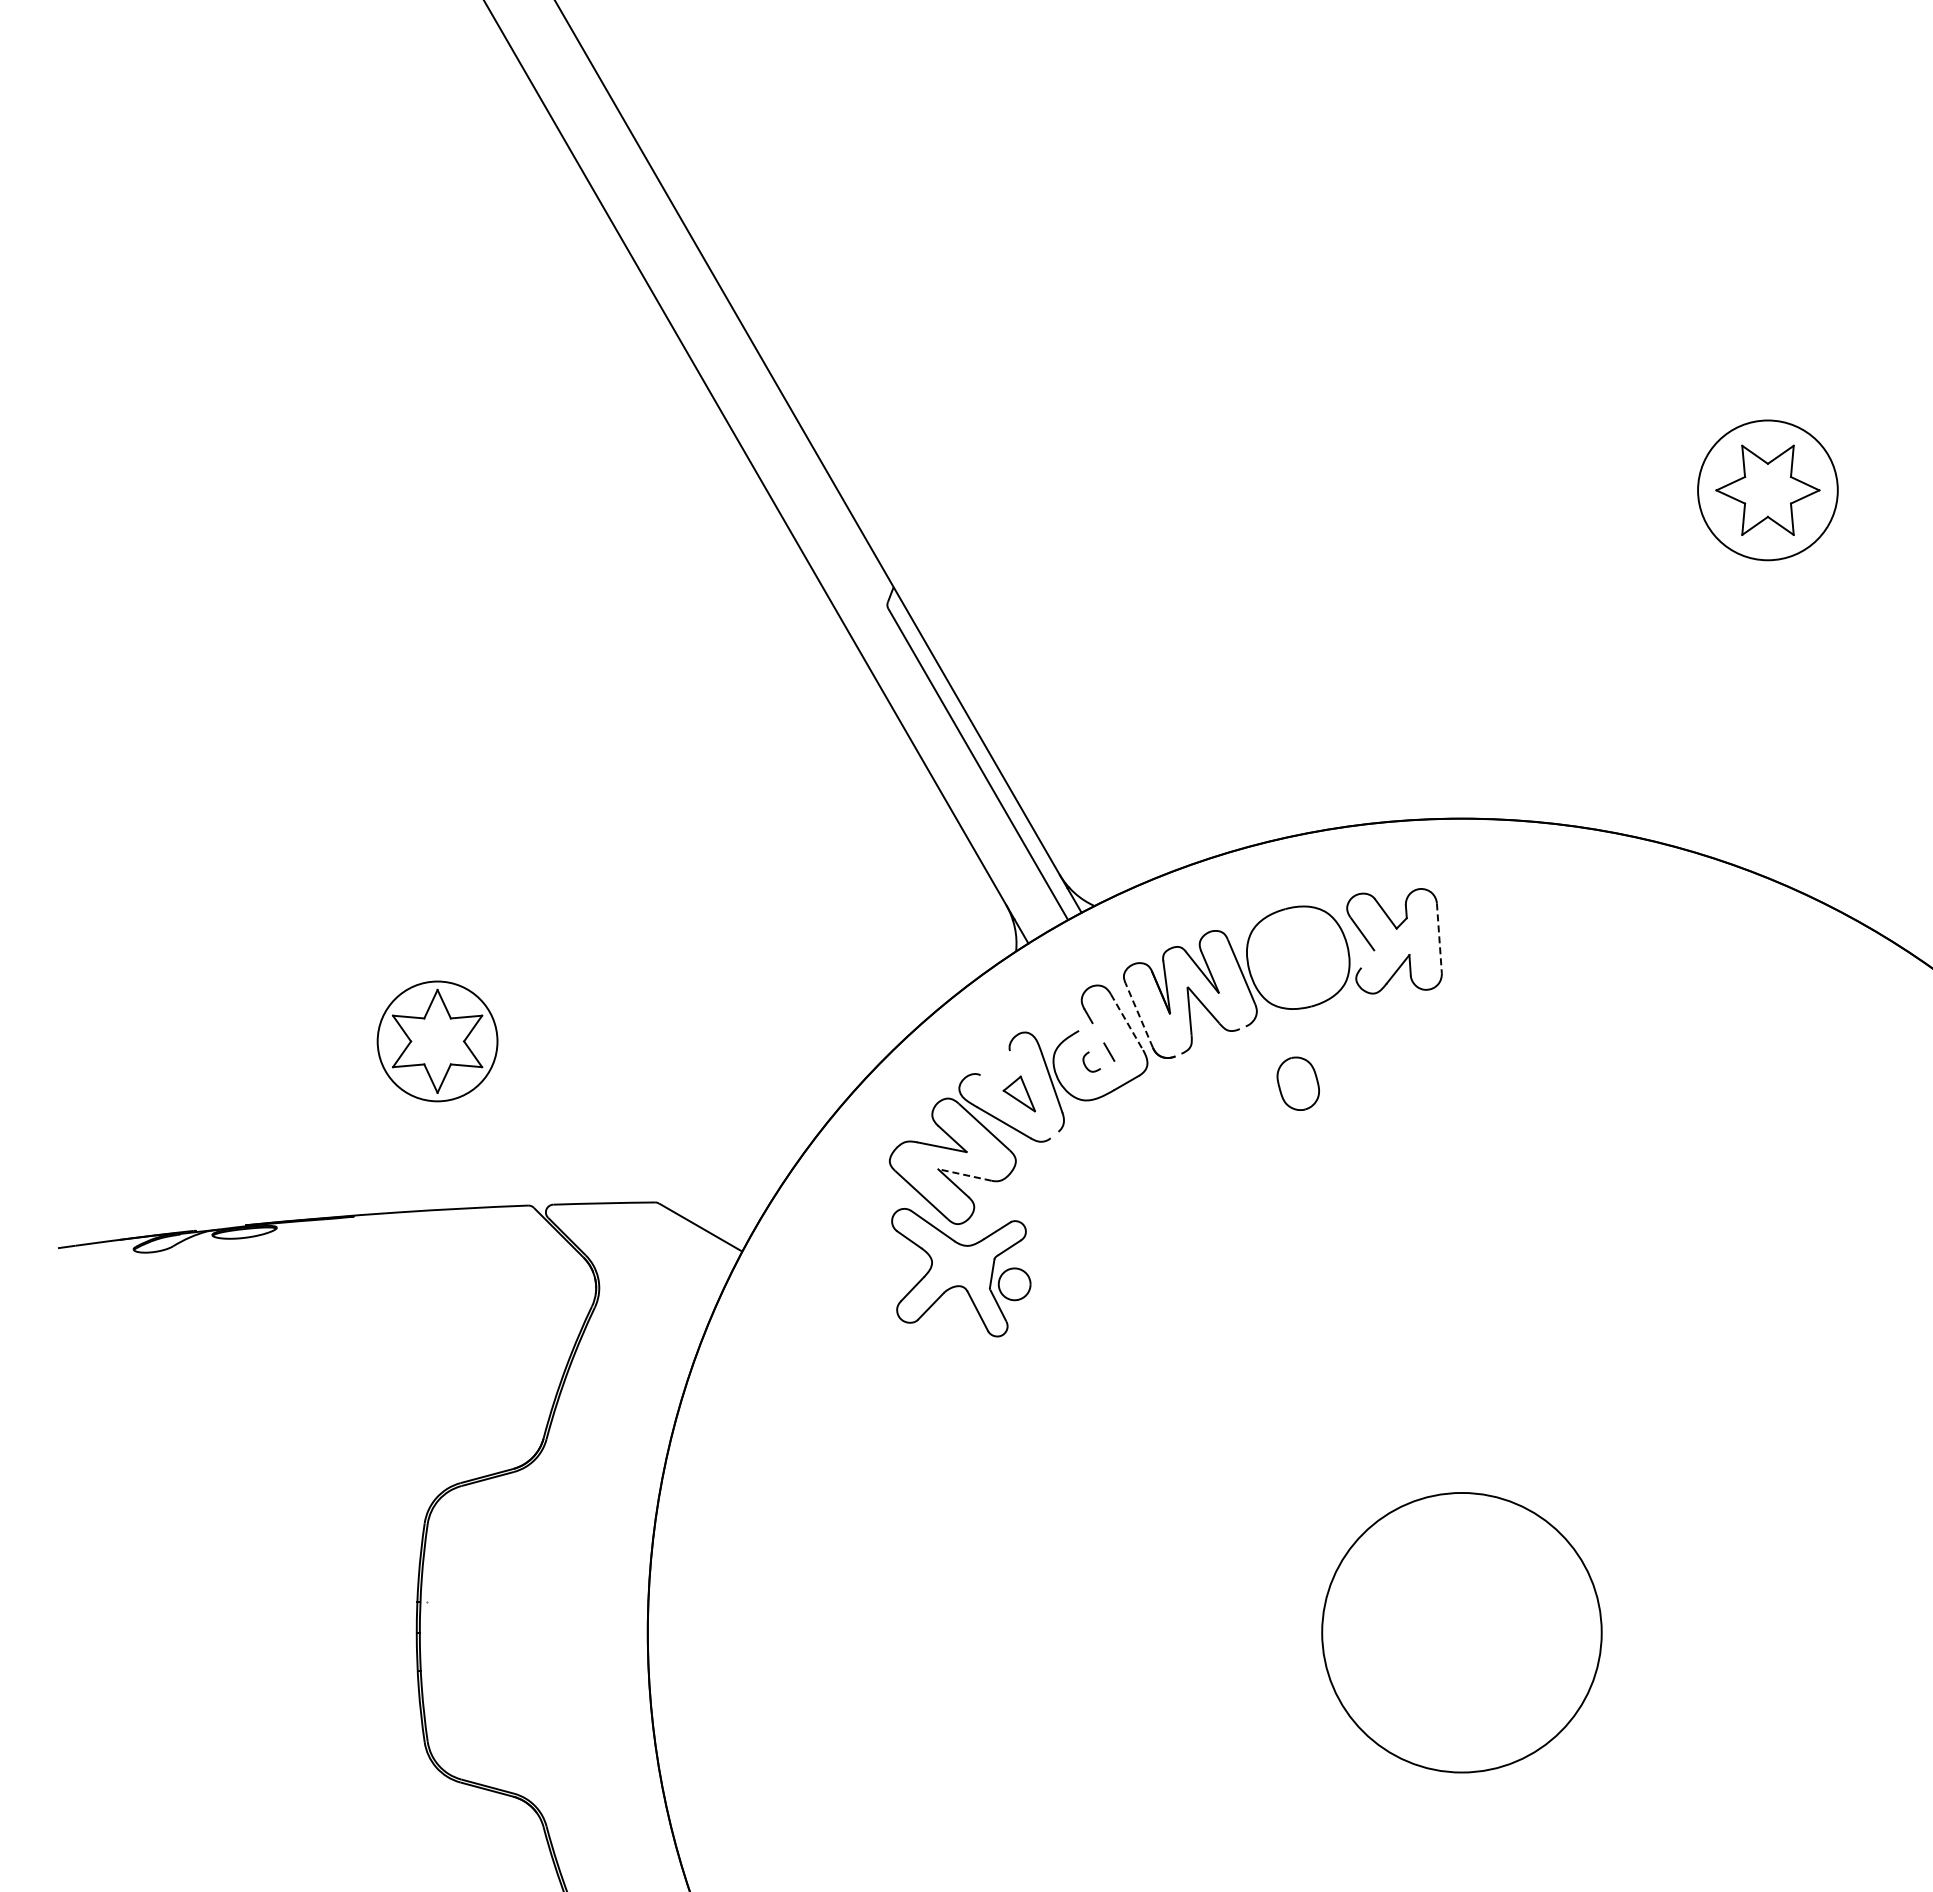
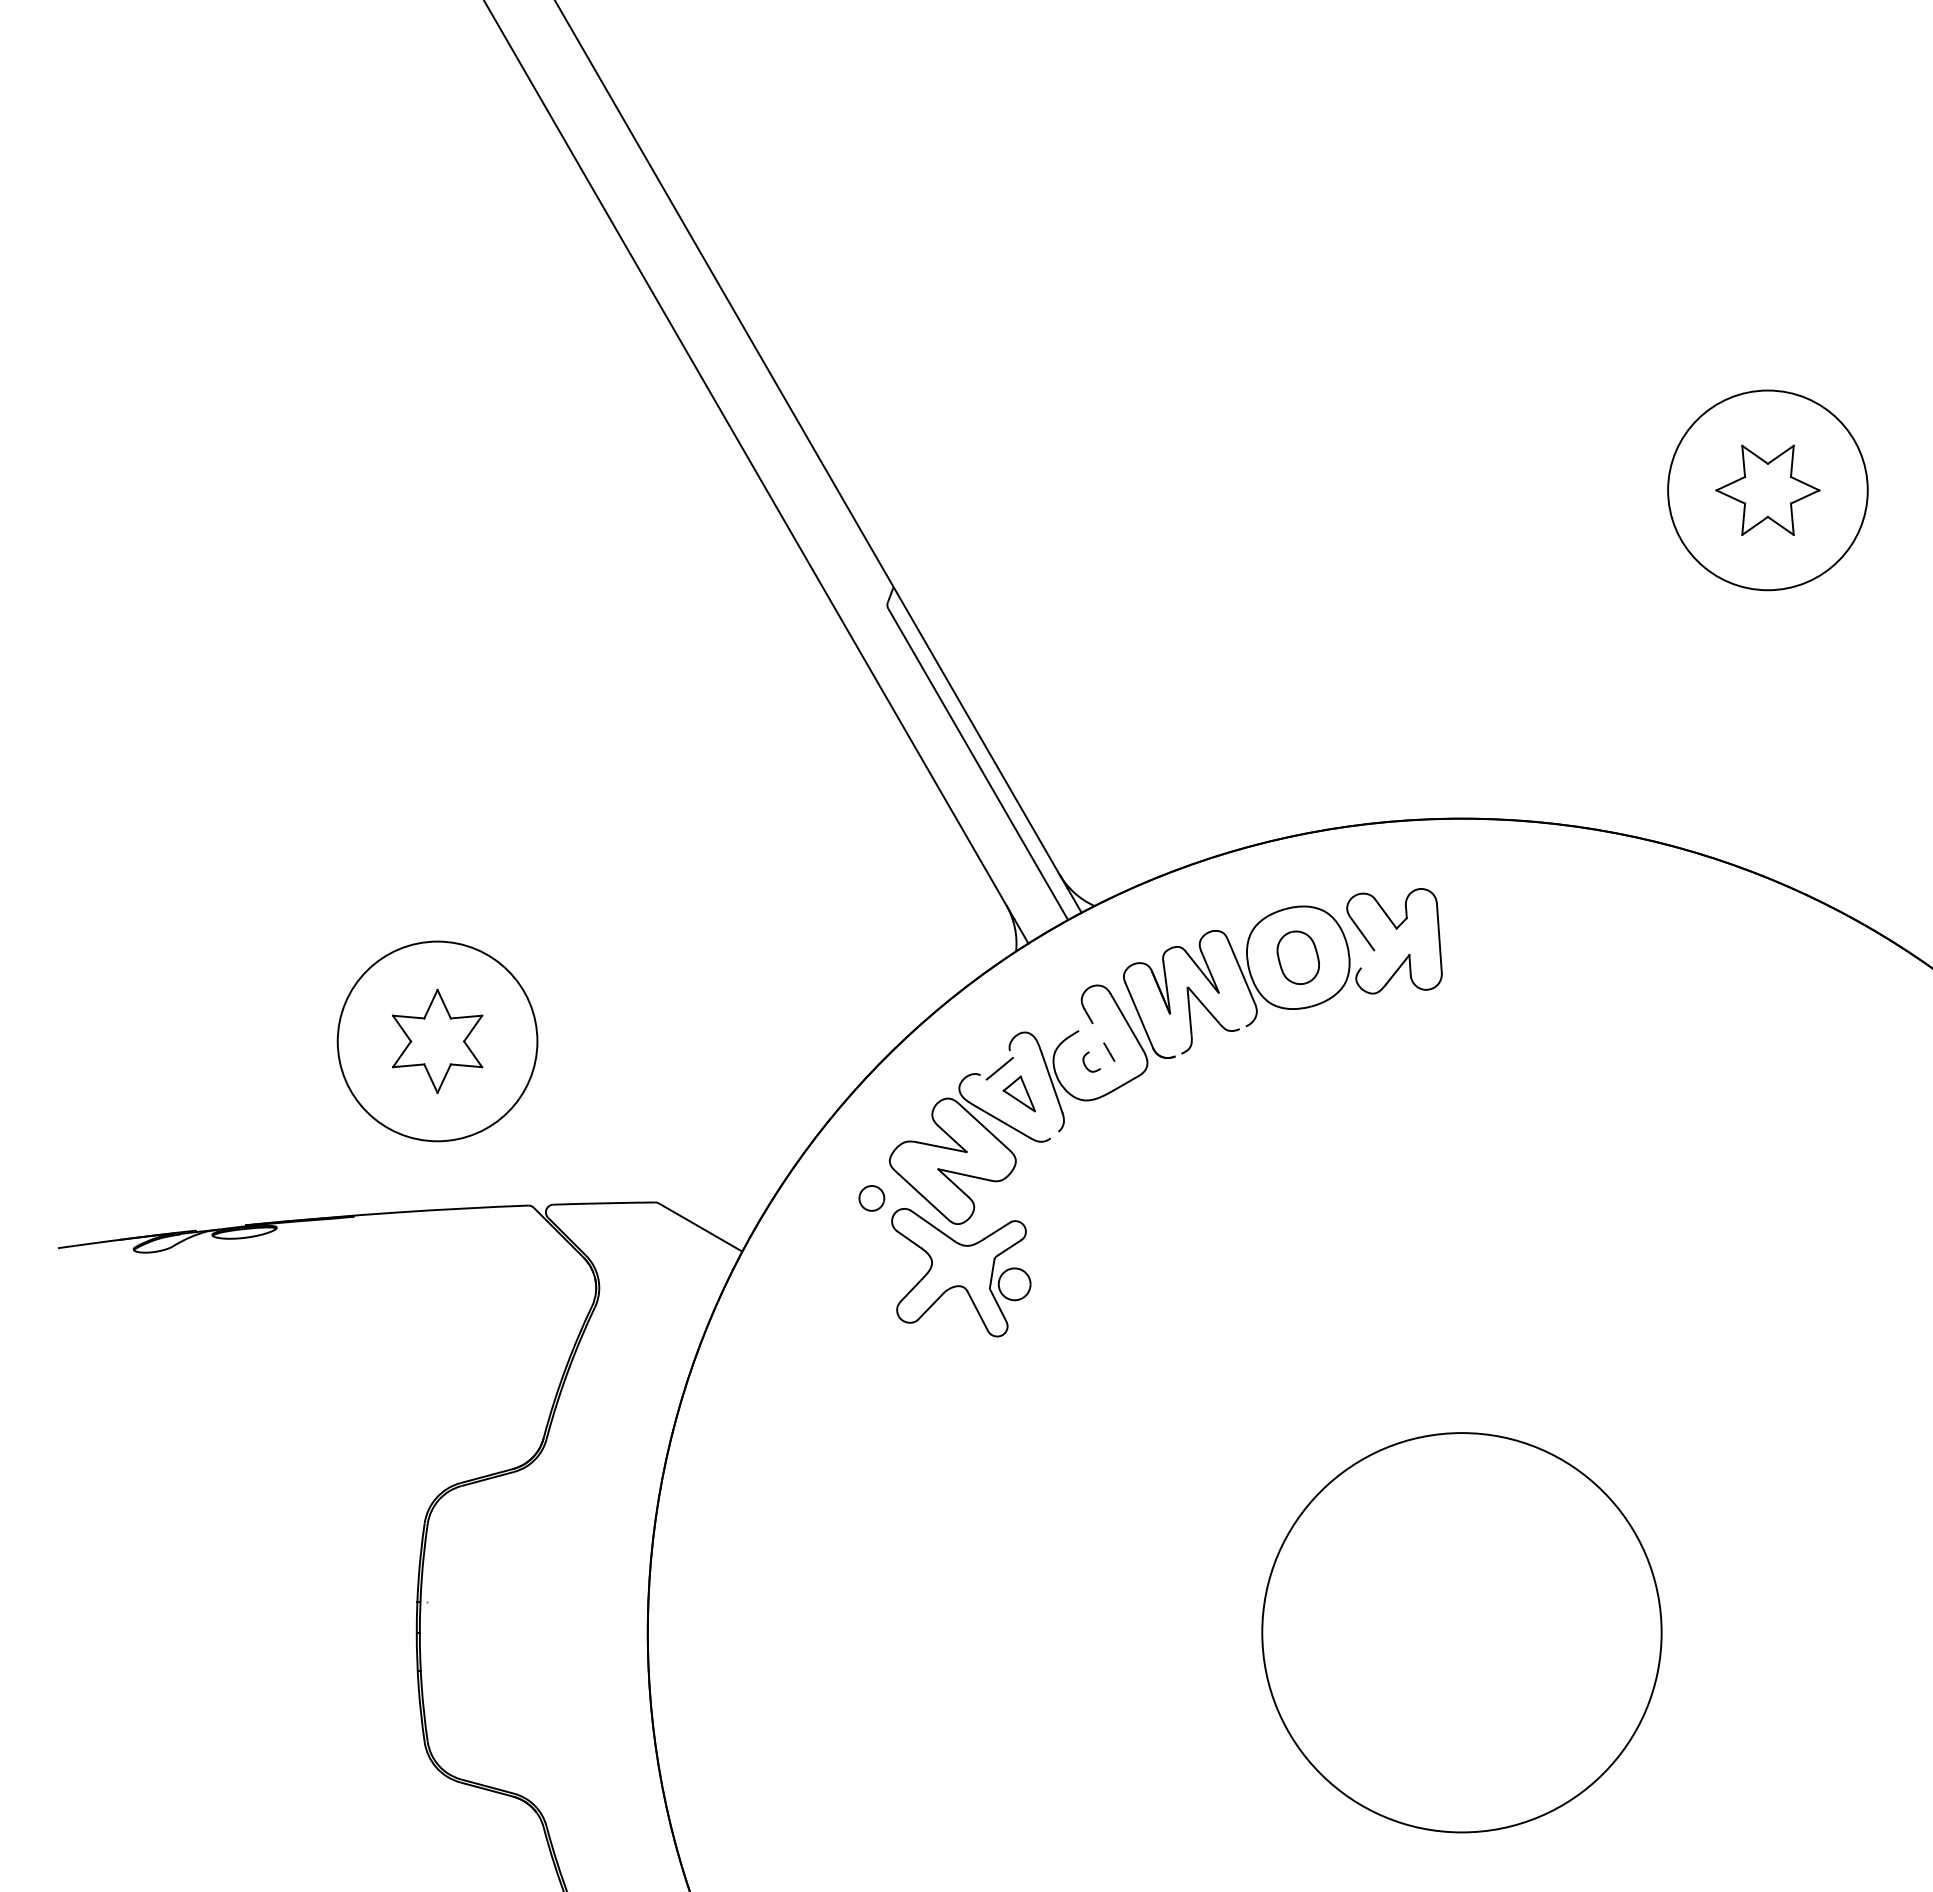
circle at (1767, 490) diameter: 140 px -> 200 px
line at (1439, 938): dashed -> solid
line at (1139, 1014): dashed -> solid
line at (1127, 1022): dashed -> solid
circle at (437, 1041) diameter: 120 px -> 200 px
line at (999, 1068): none -> present
part at (1297, 1083) position: (1297, 1083) -> (1297, 957)
line at (964, 1174): dashed -> solid
part at (871, 1198): none -> present
circle at (1461, 1632) diameter: 280 px -> 399 px
